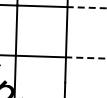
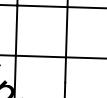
line at (87, 7): dashed -> solid
line at (85, 57): dashed -> solid
